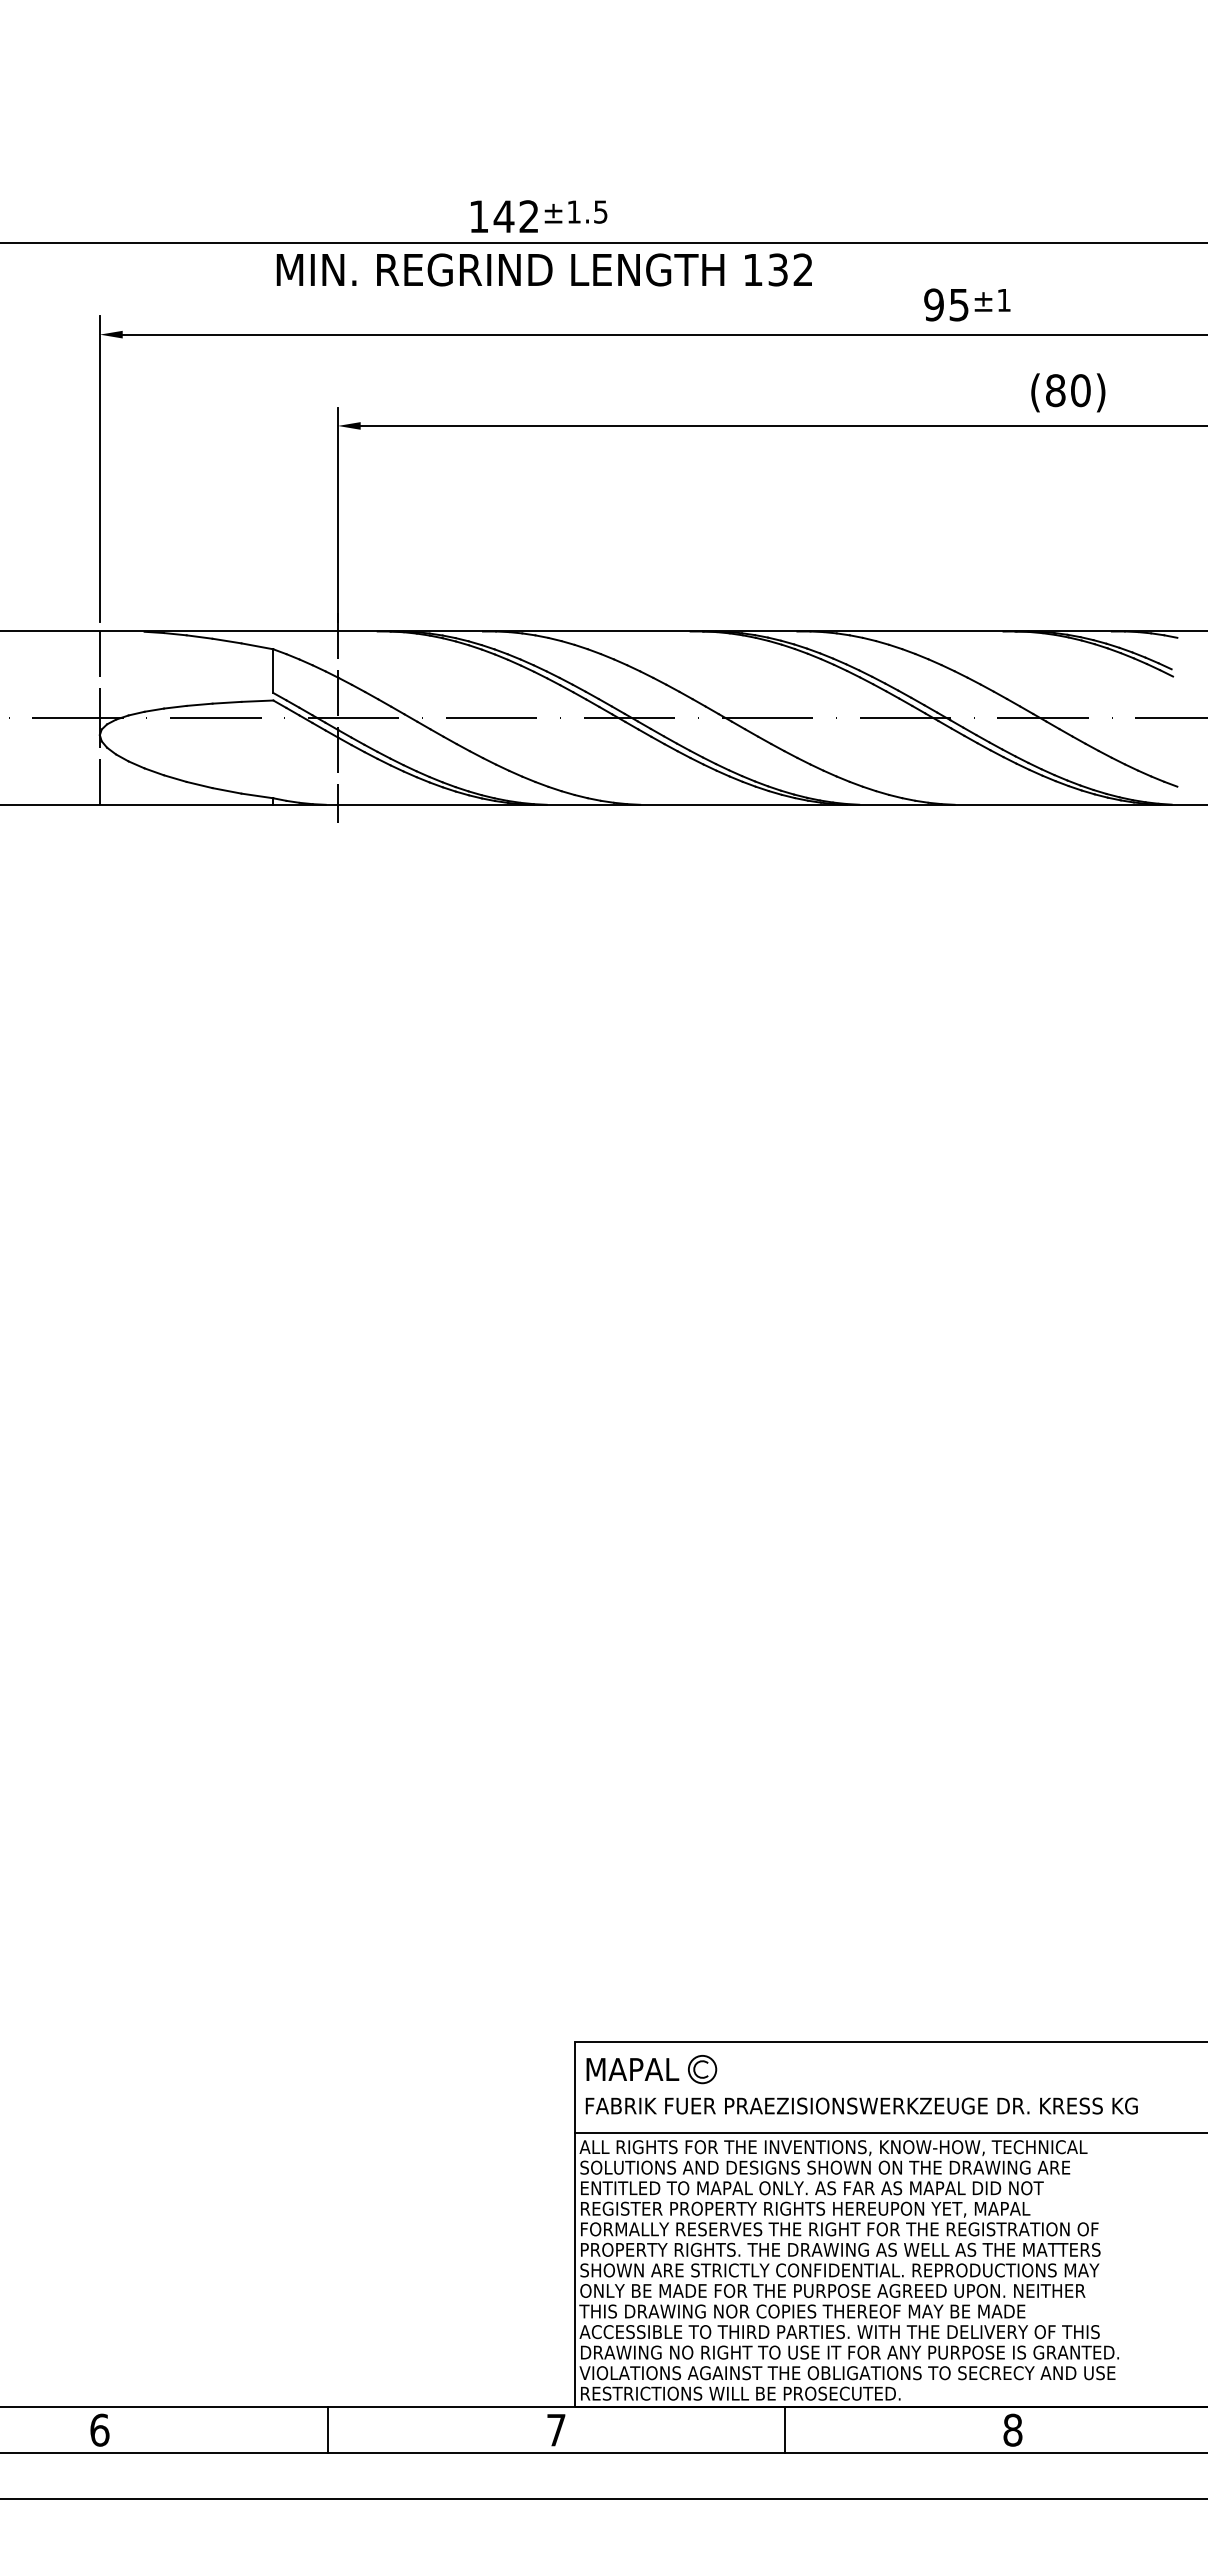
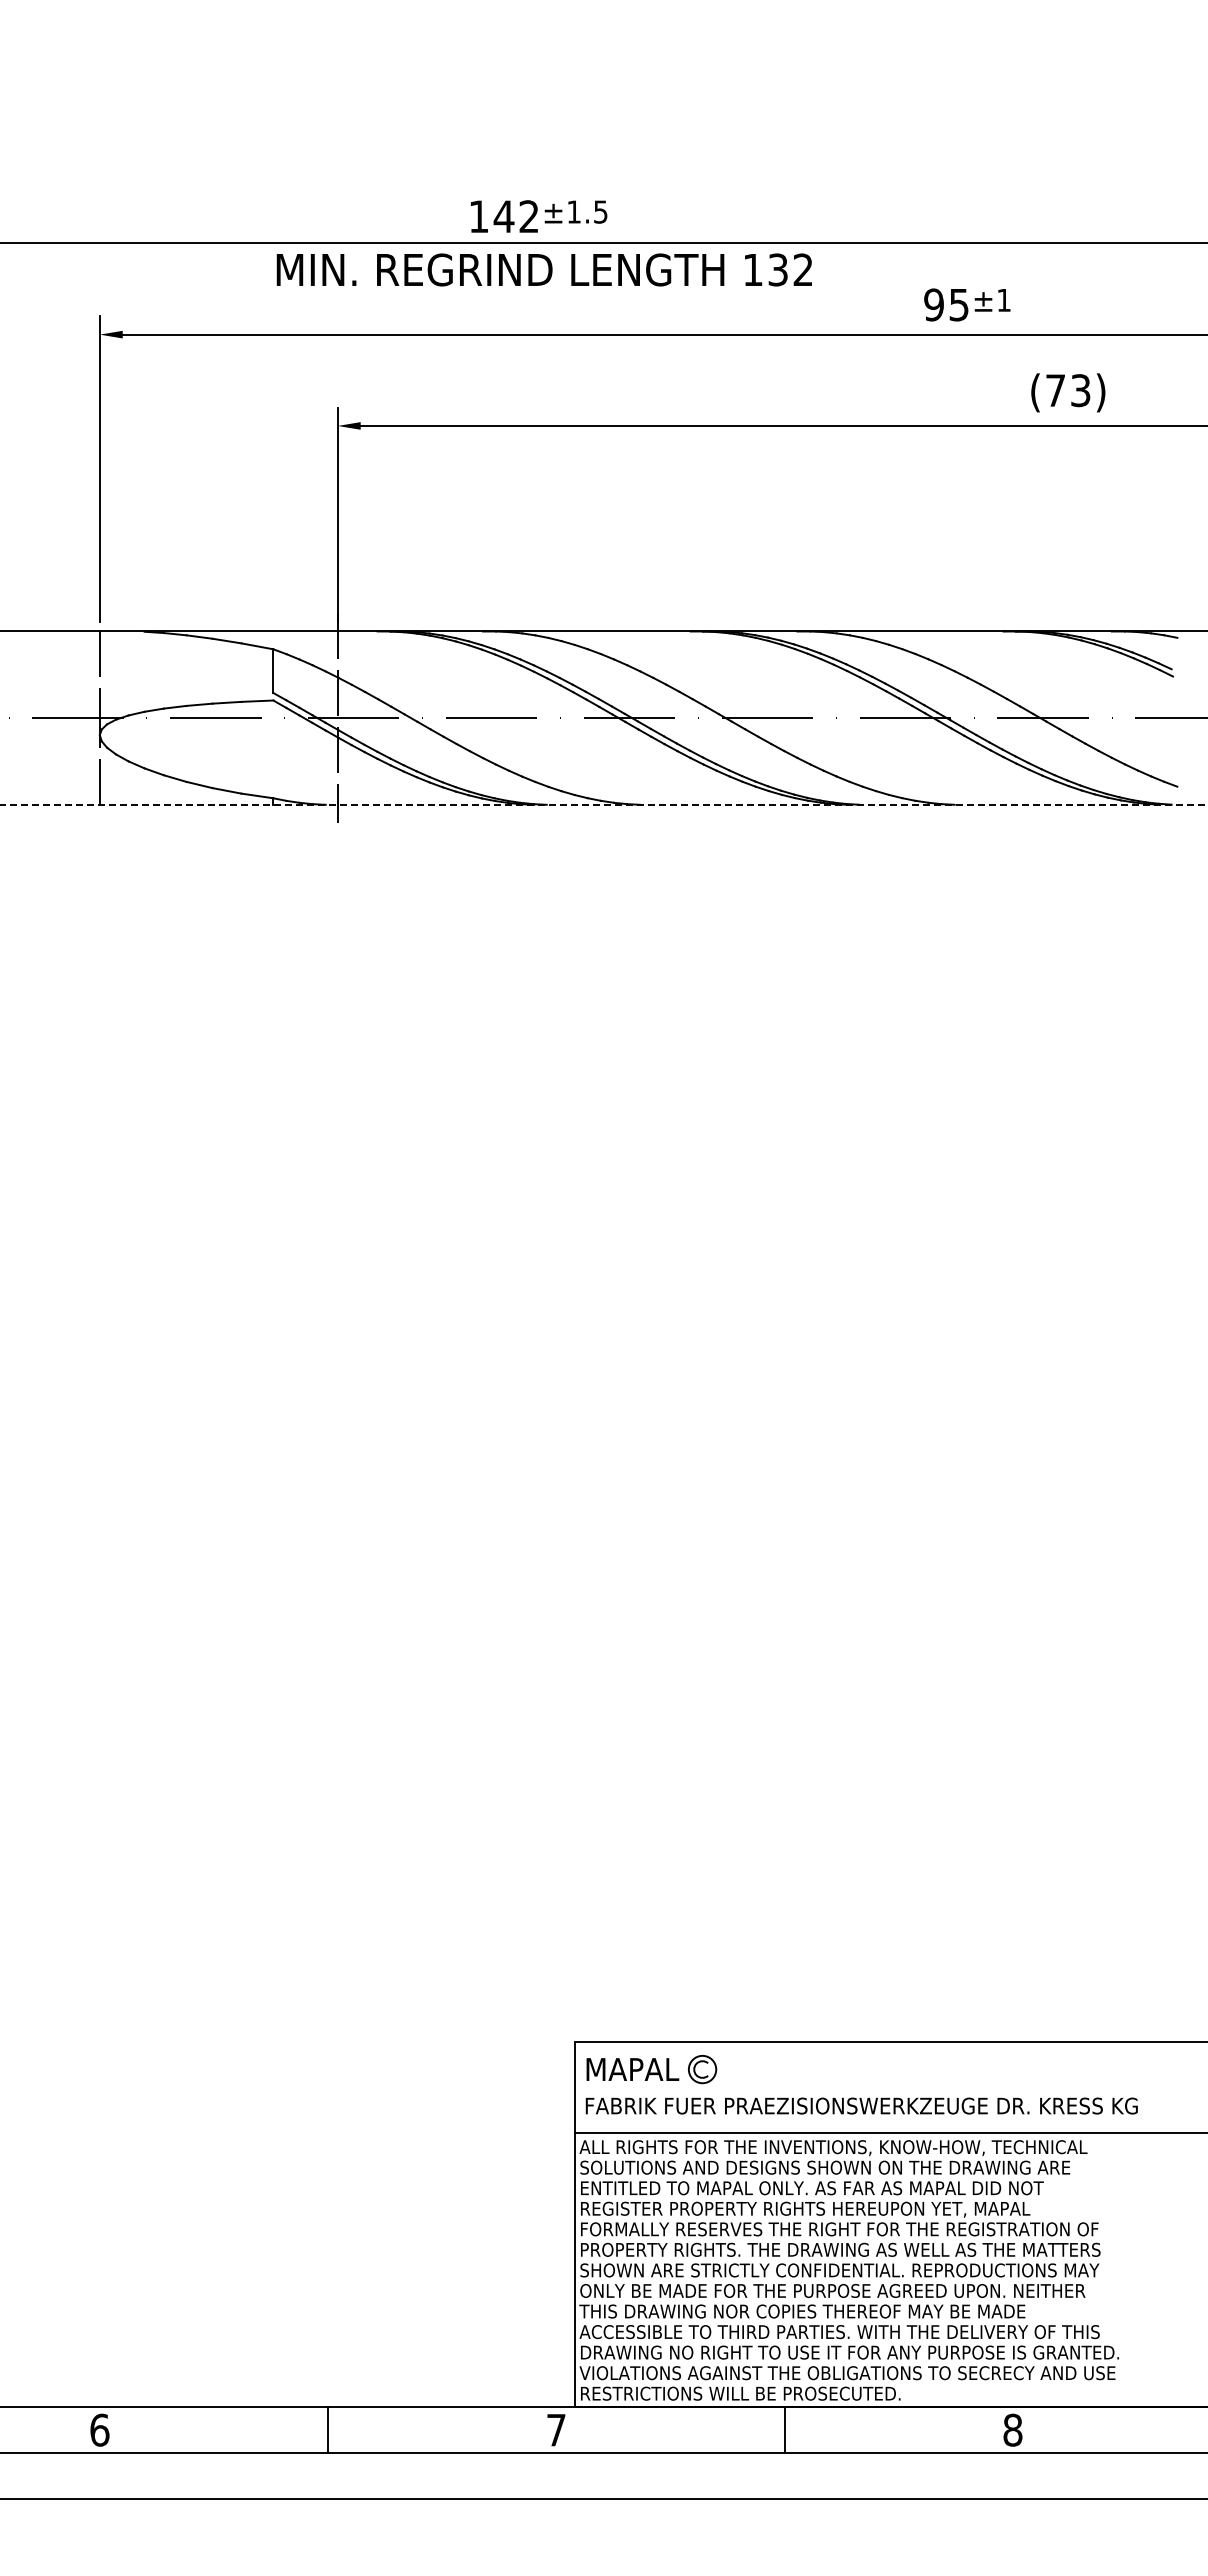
text at (1068, 390): (80) -> (73)
line at (604, 804): solid -> dashed
